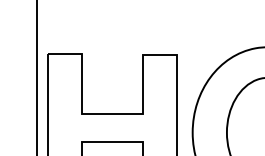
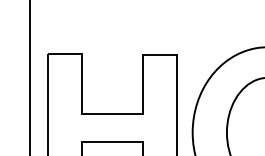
line at (37, 77) position: (37, 77) -> (30, 77)
